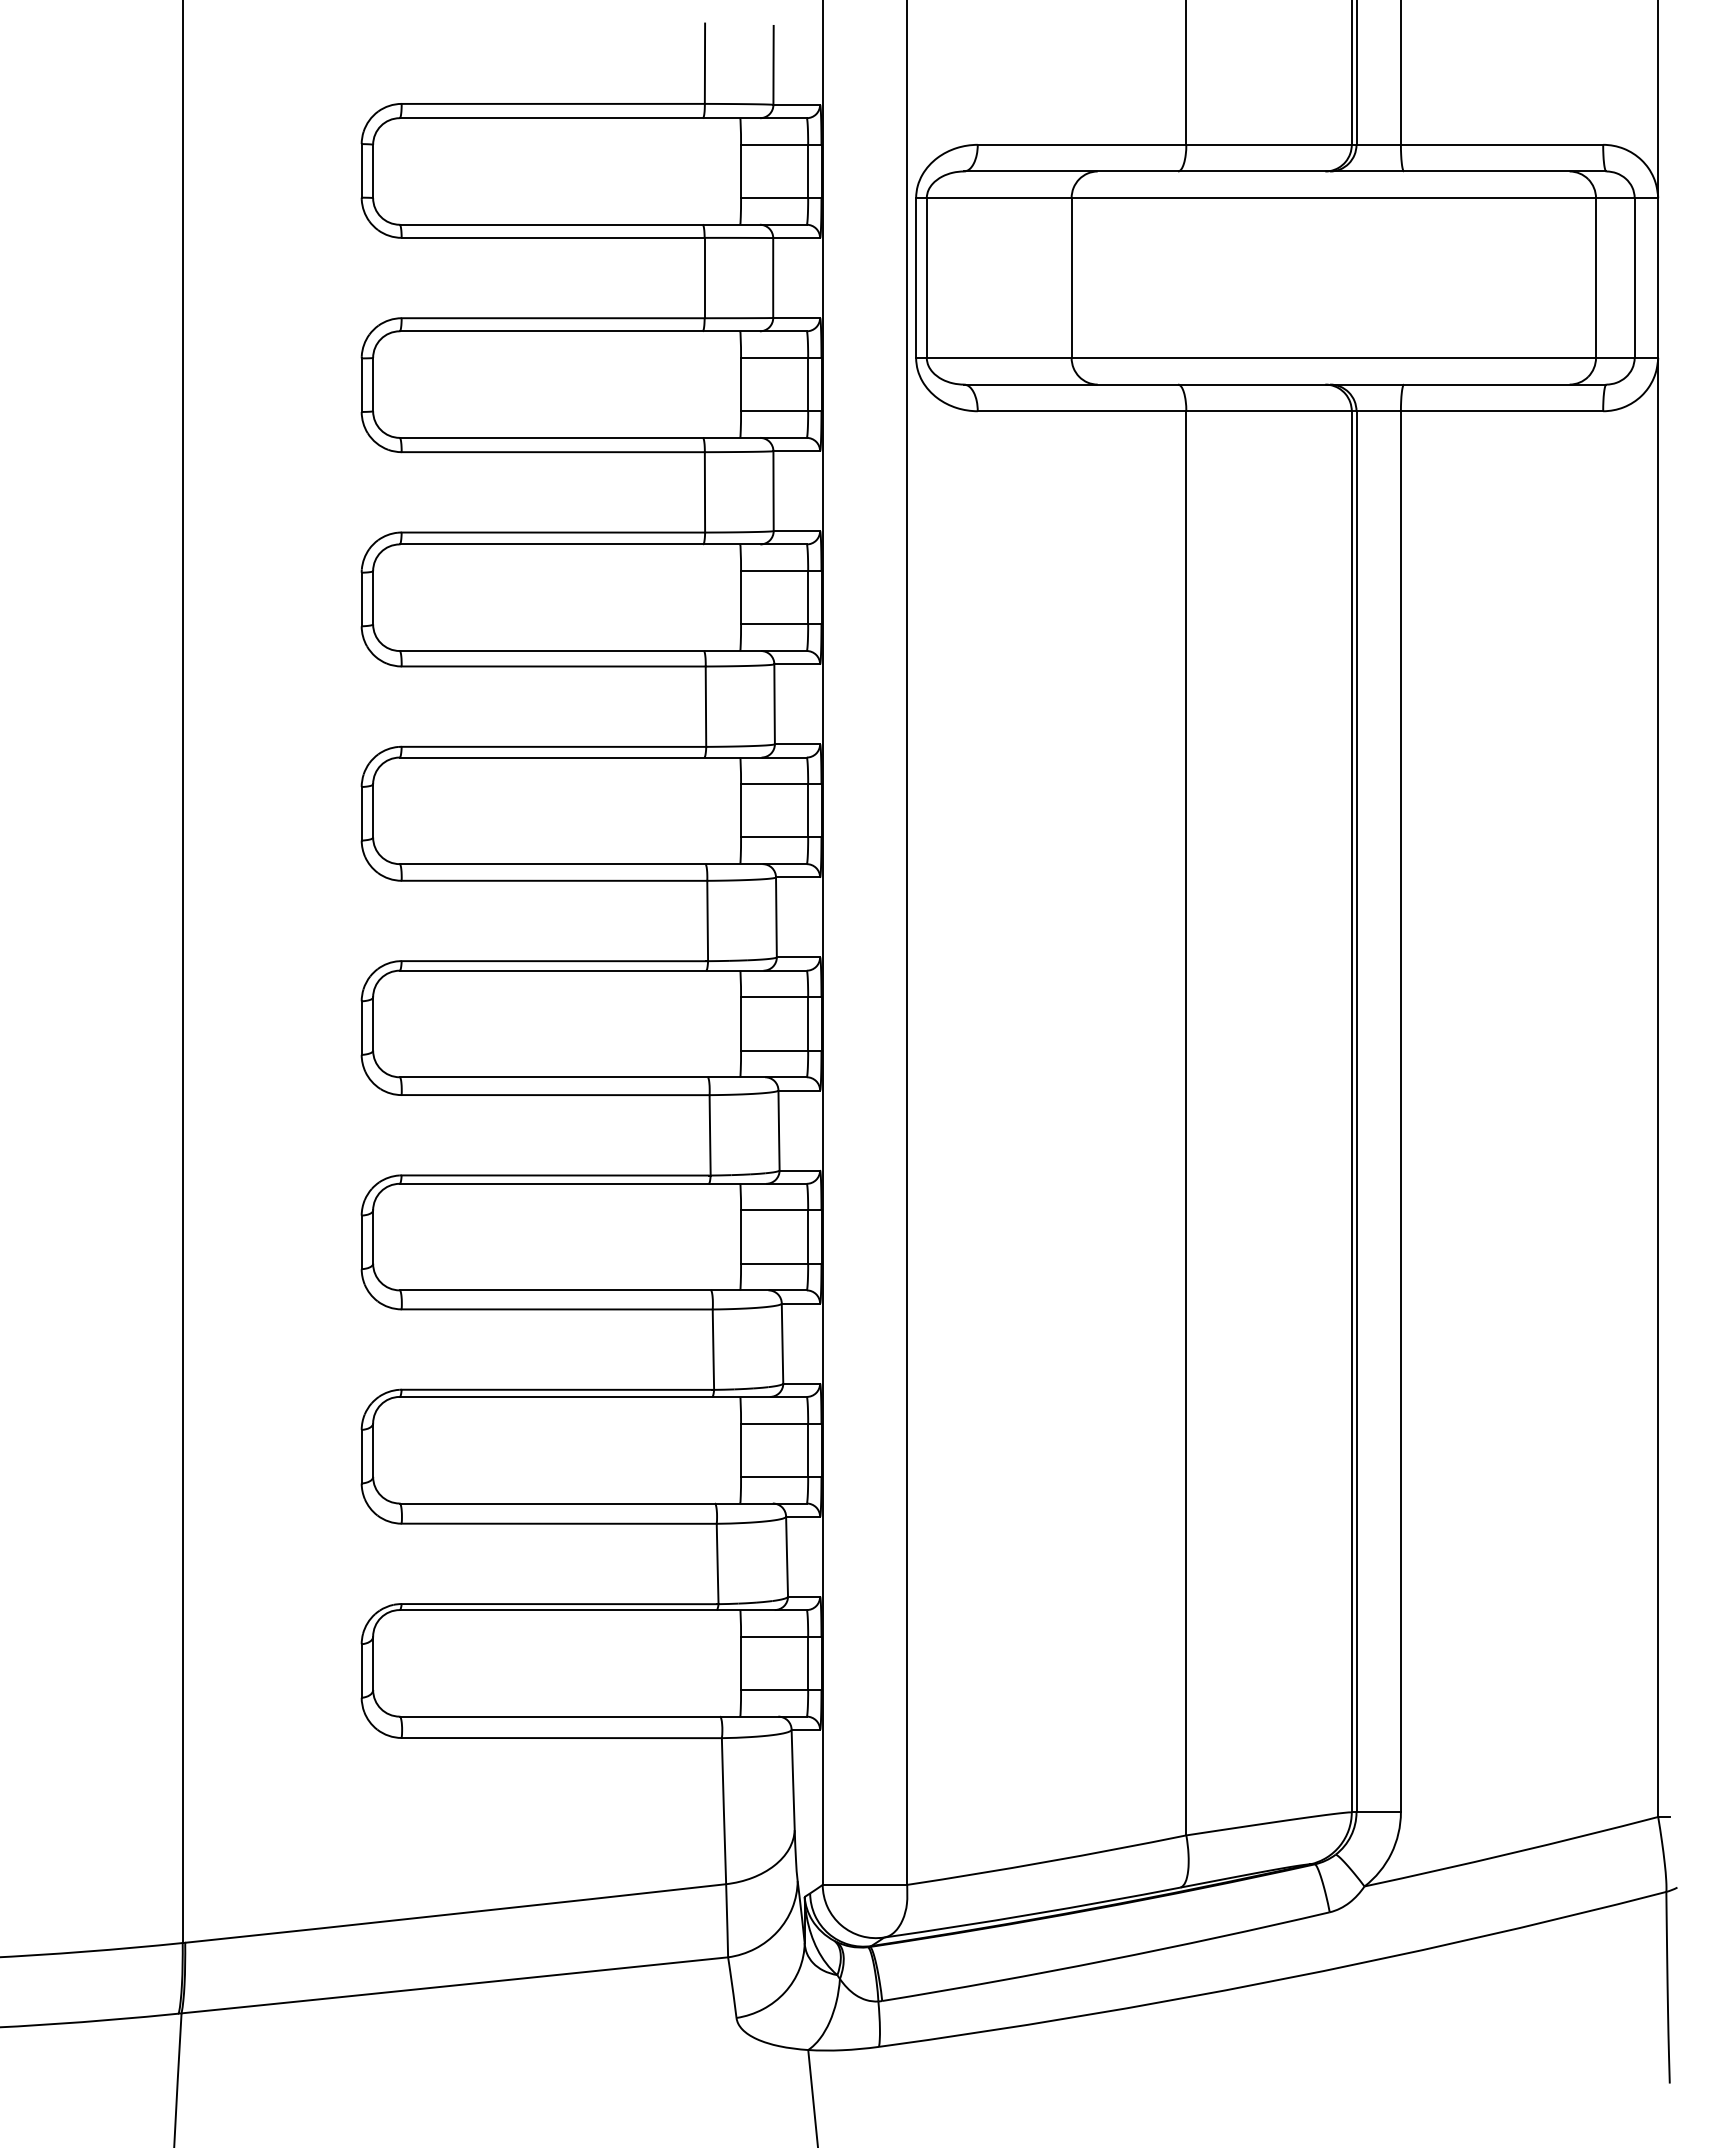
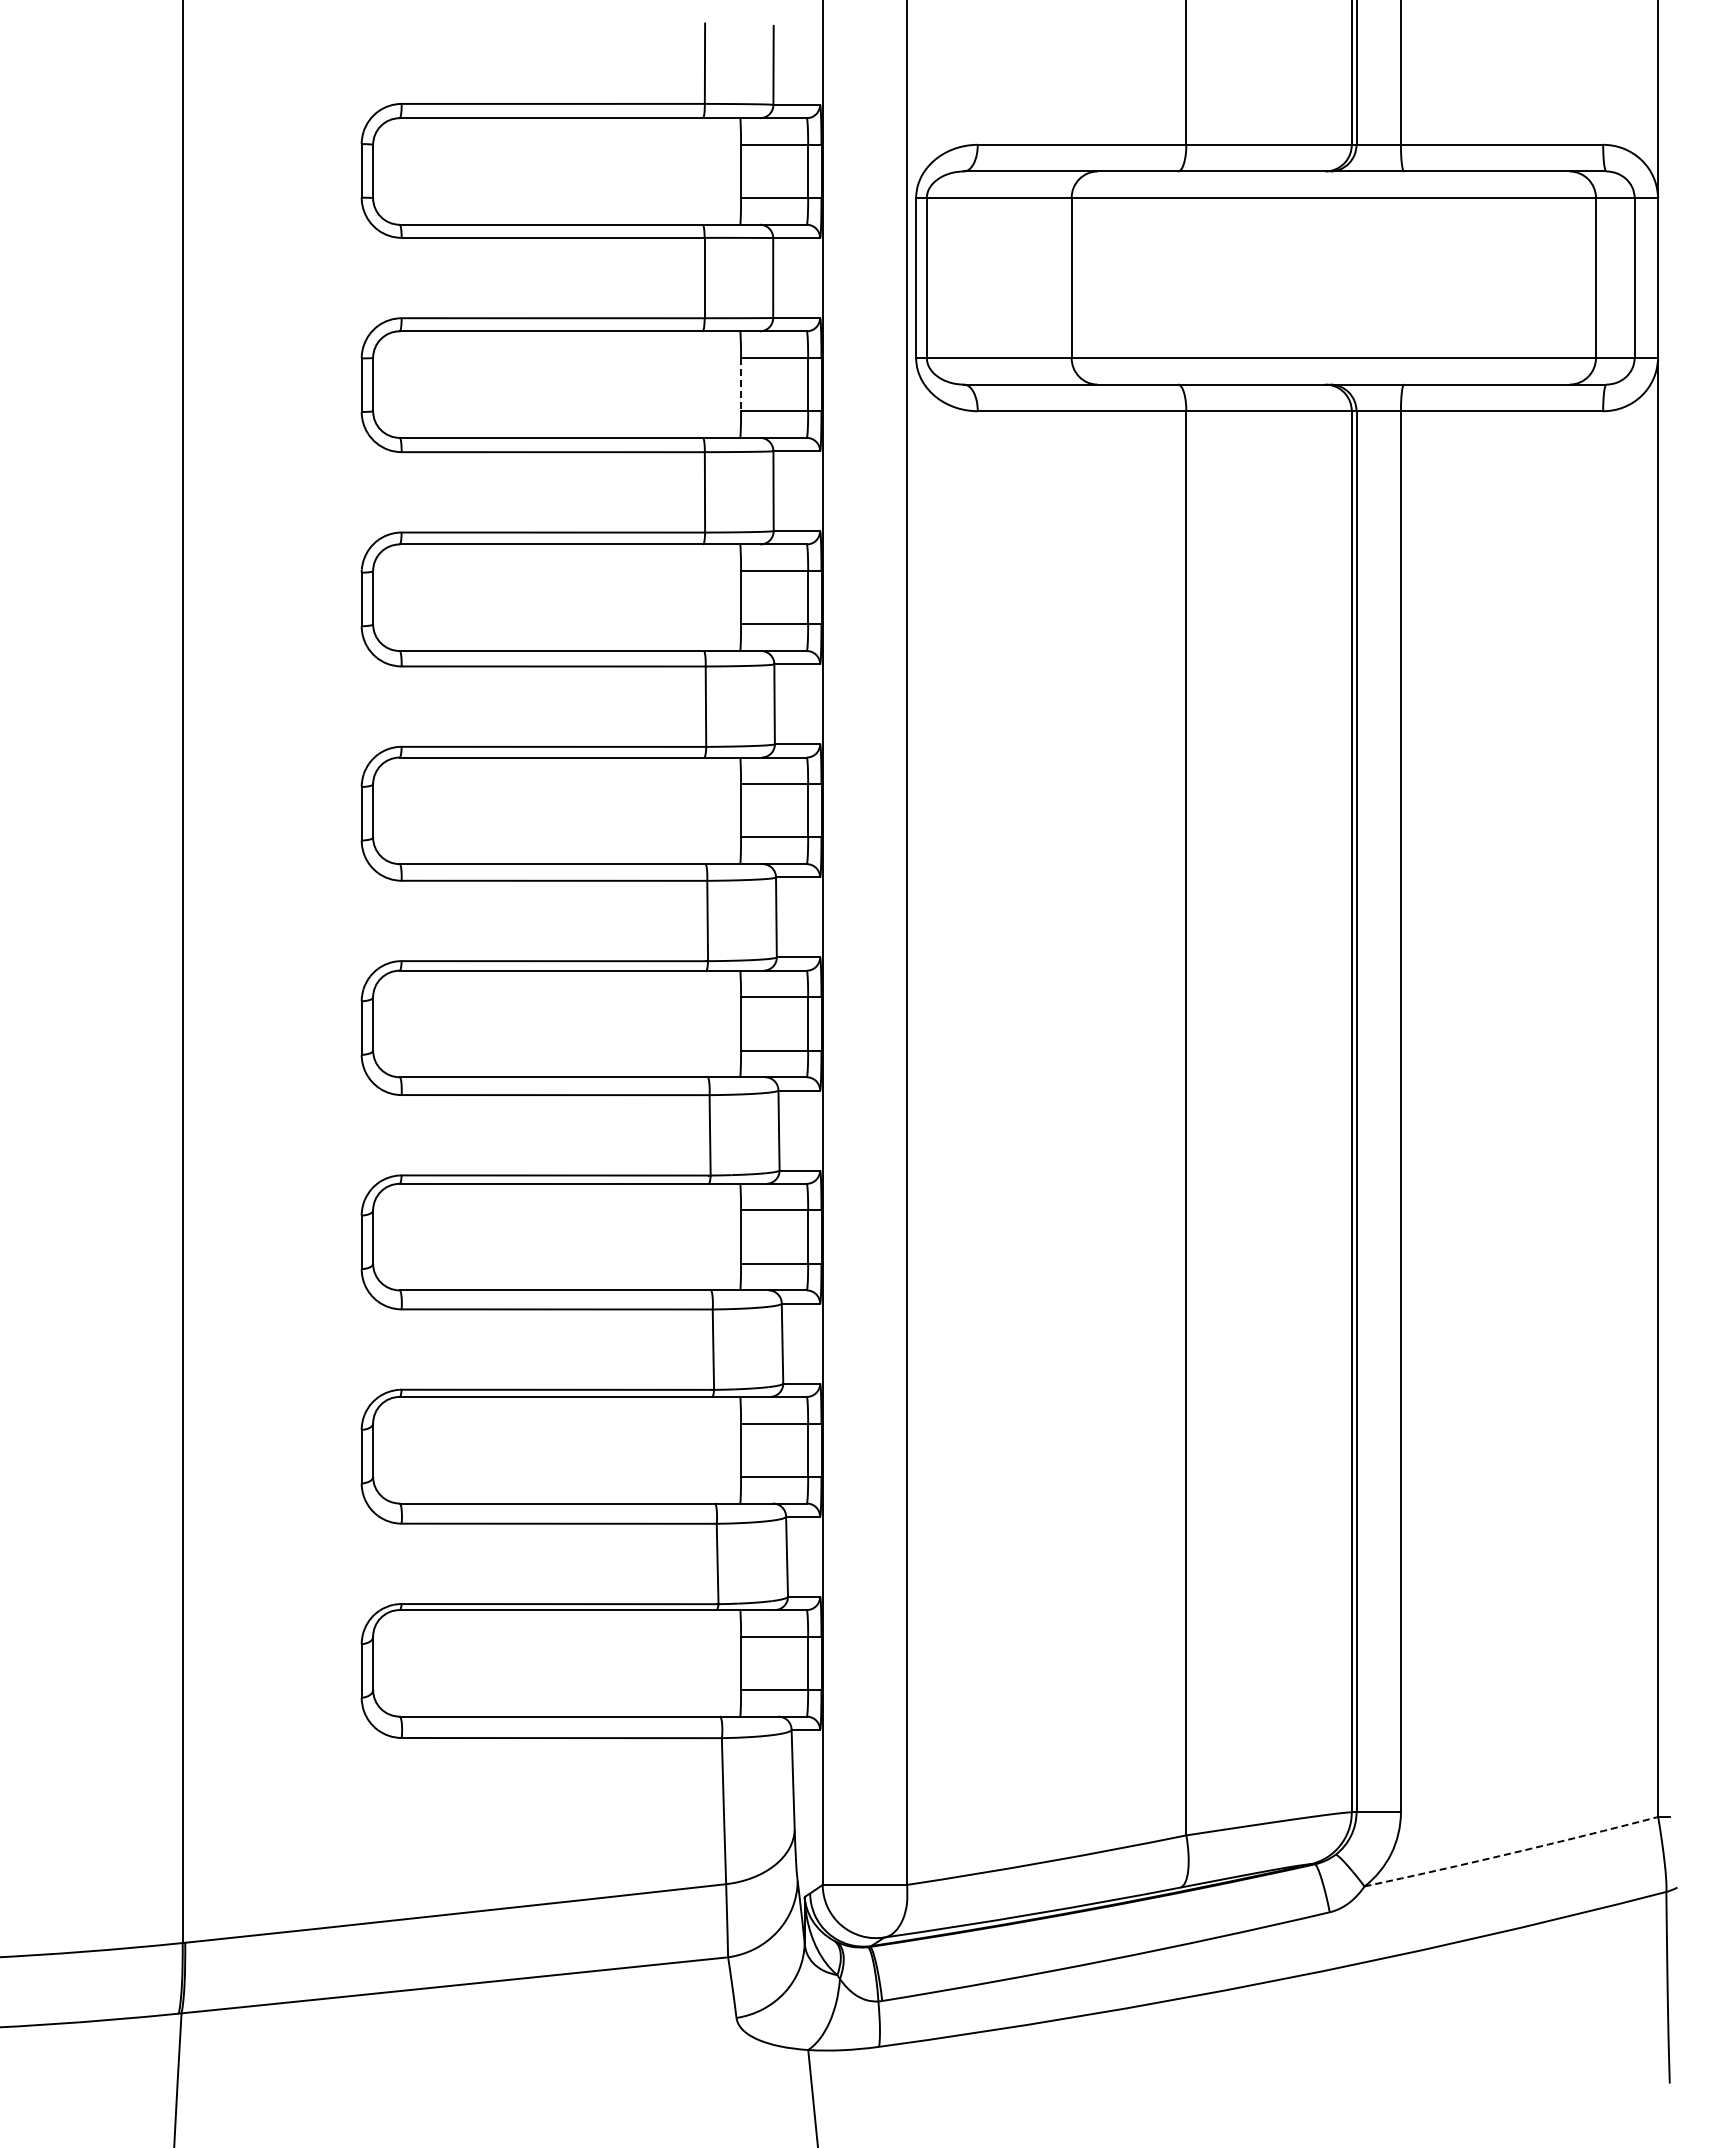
line at (741, 384): solid -> dashed
arc at (1511, 1853): solid -> dashed
